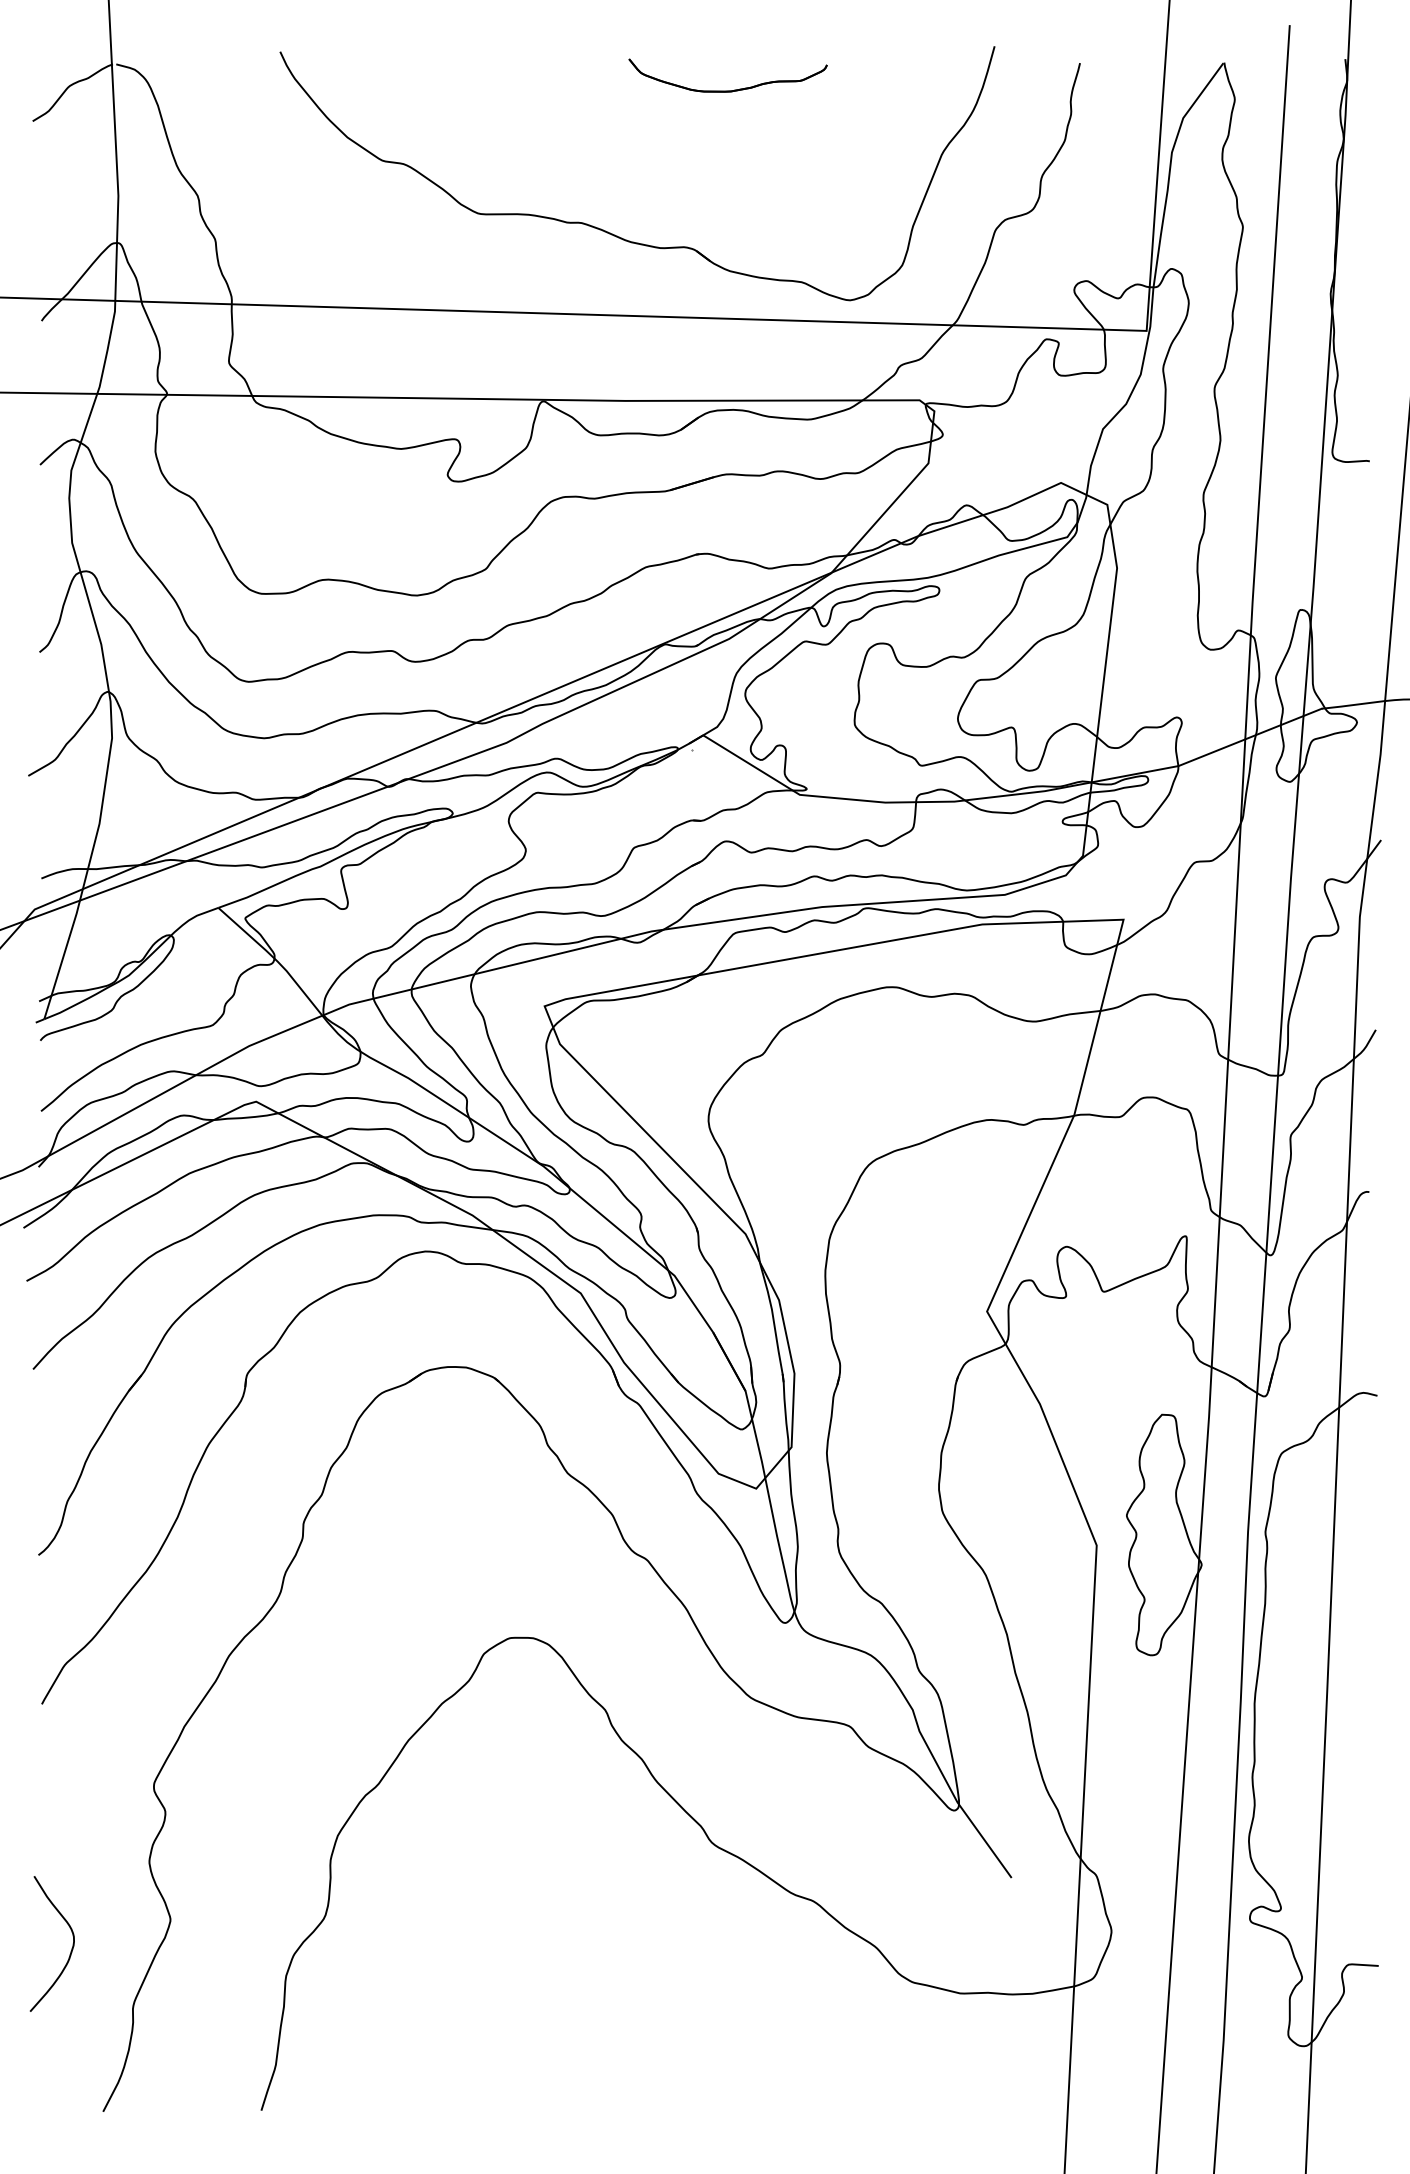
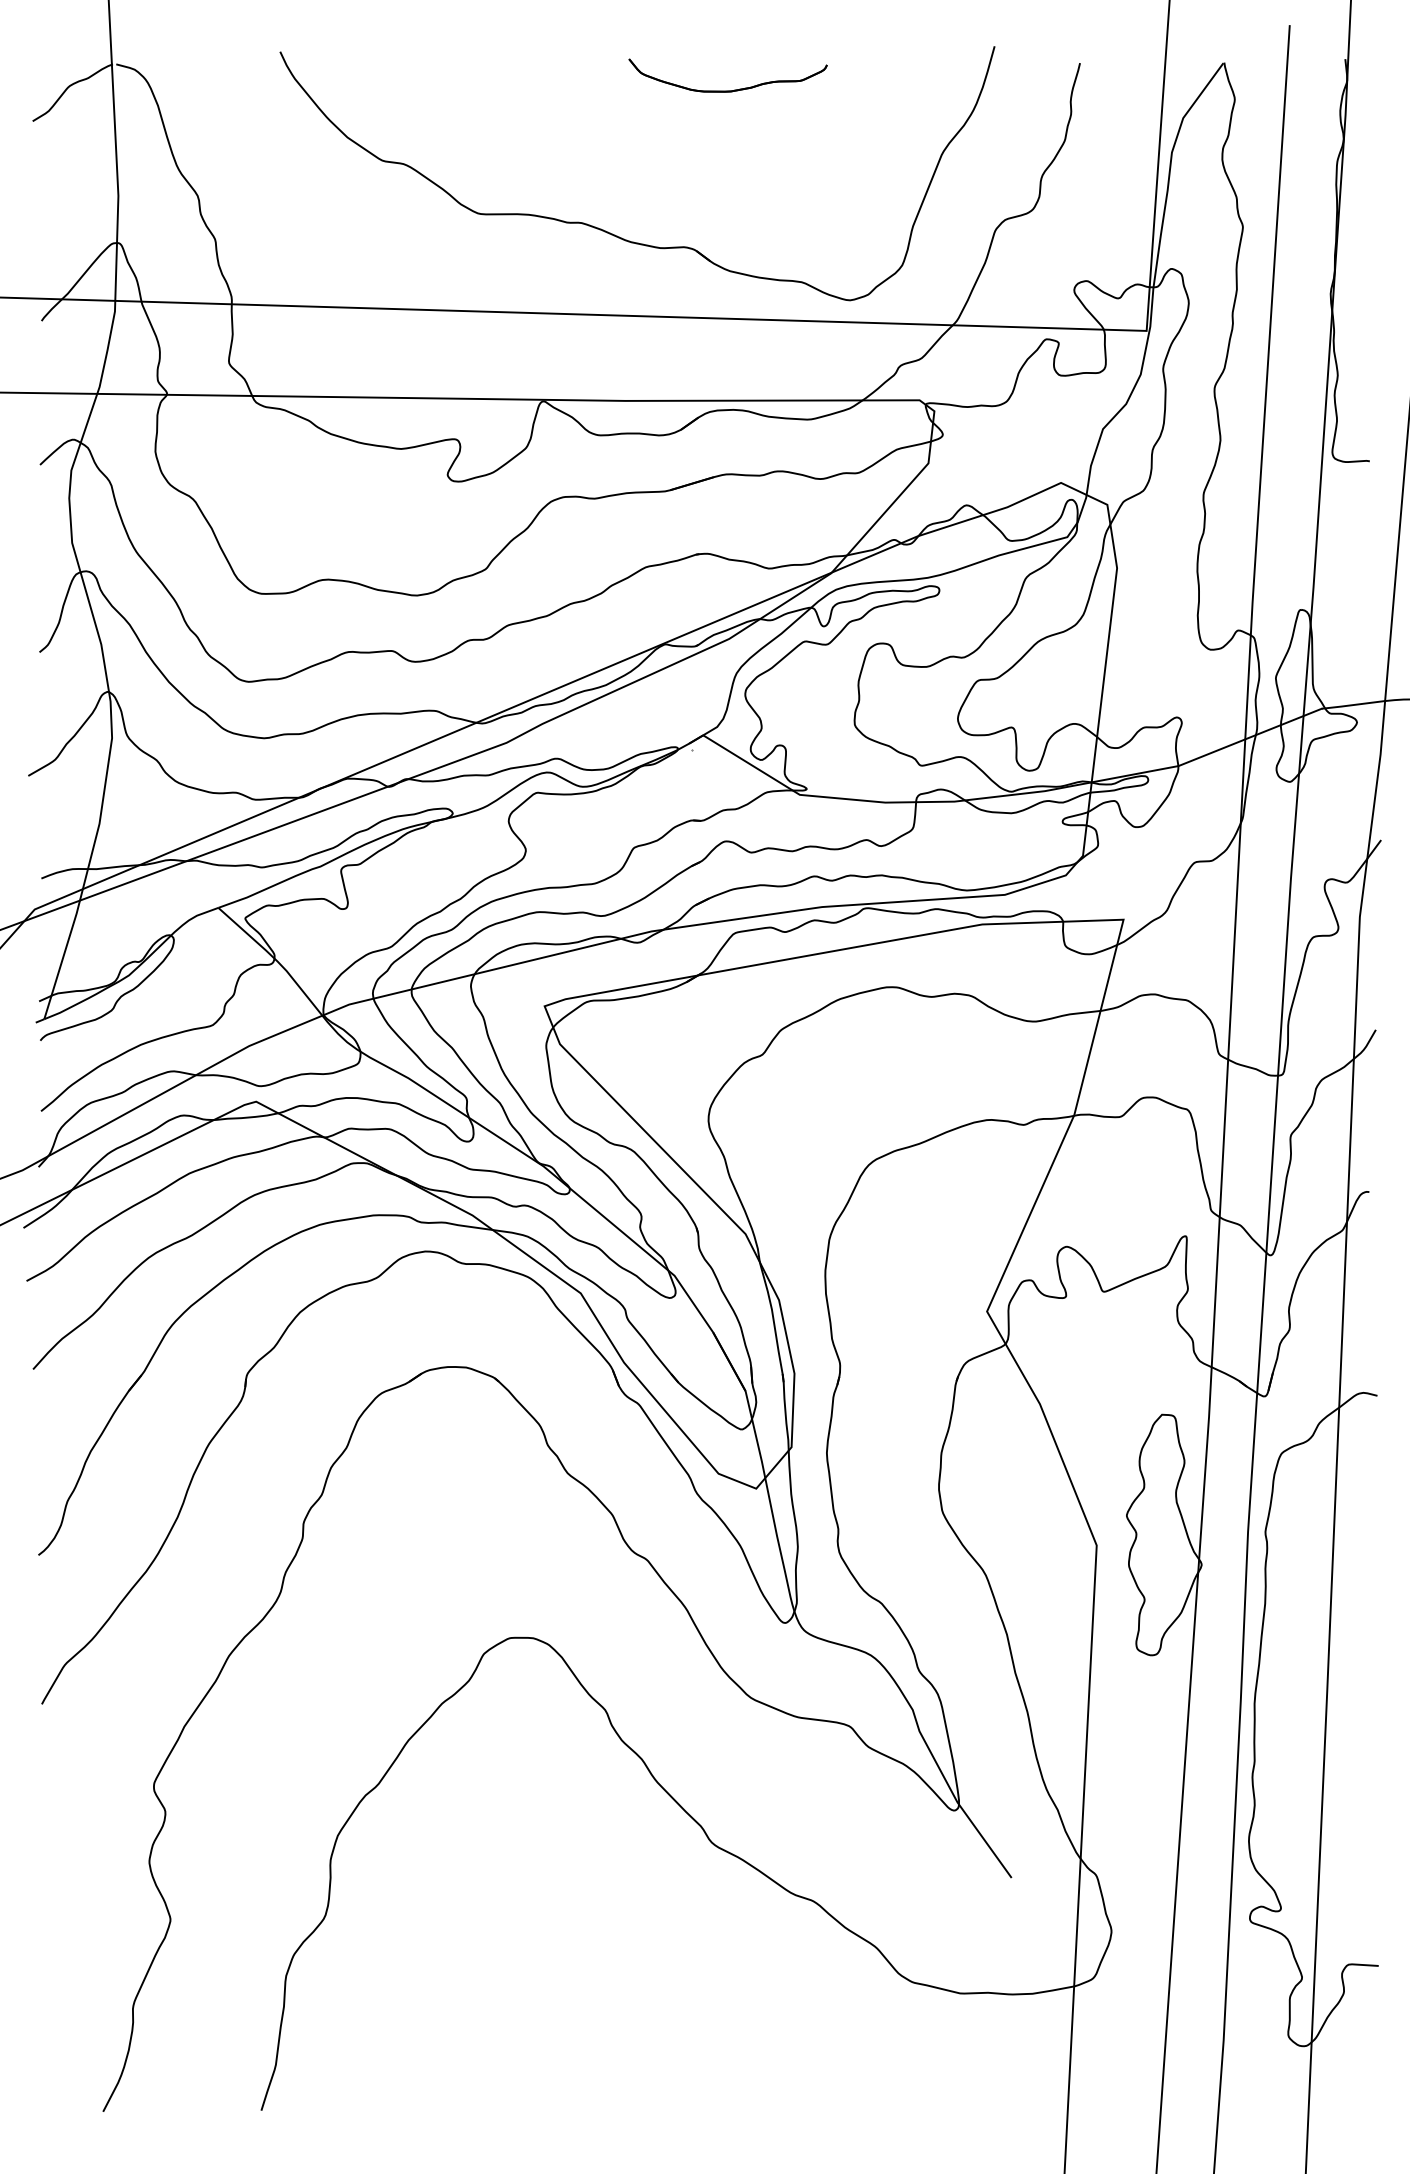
curve at (71, 1948): present -> none
